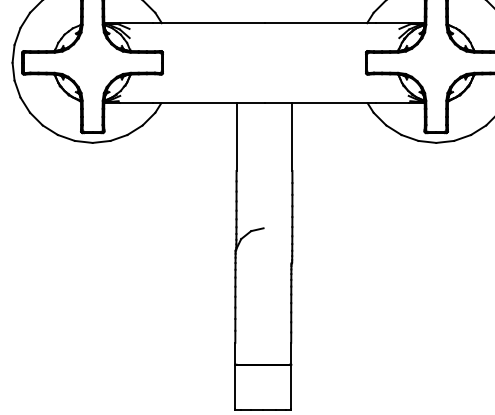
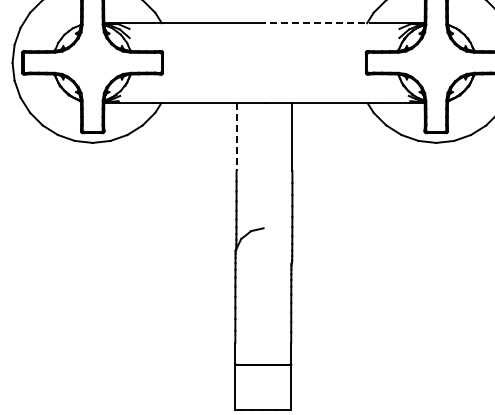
line at (320, 23): solid -> dashed
line at (236, 137): solid -> dashed
